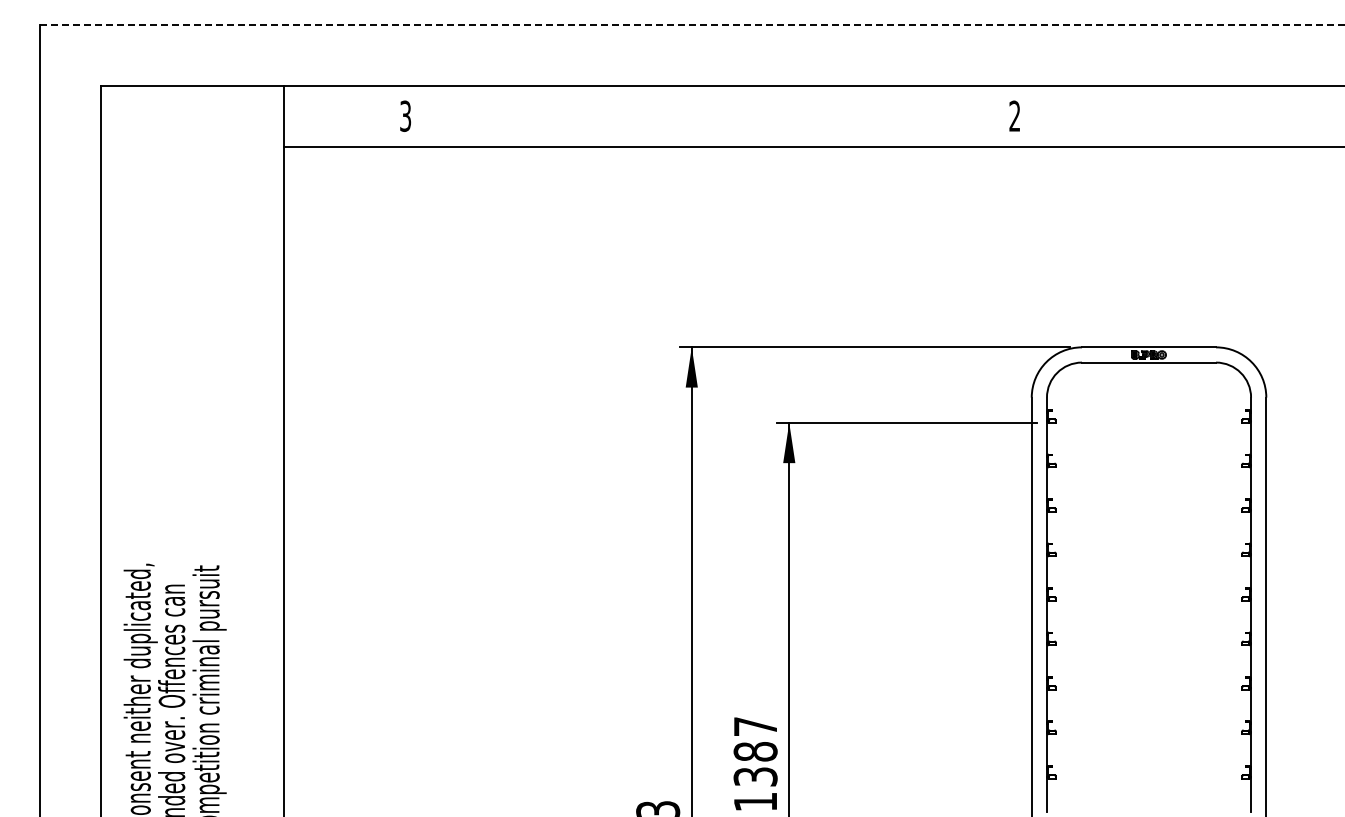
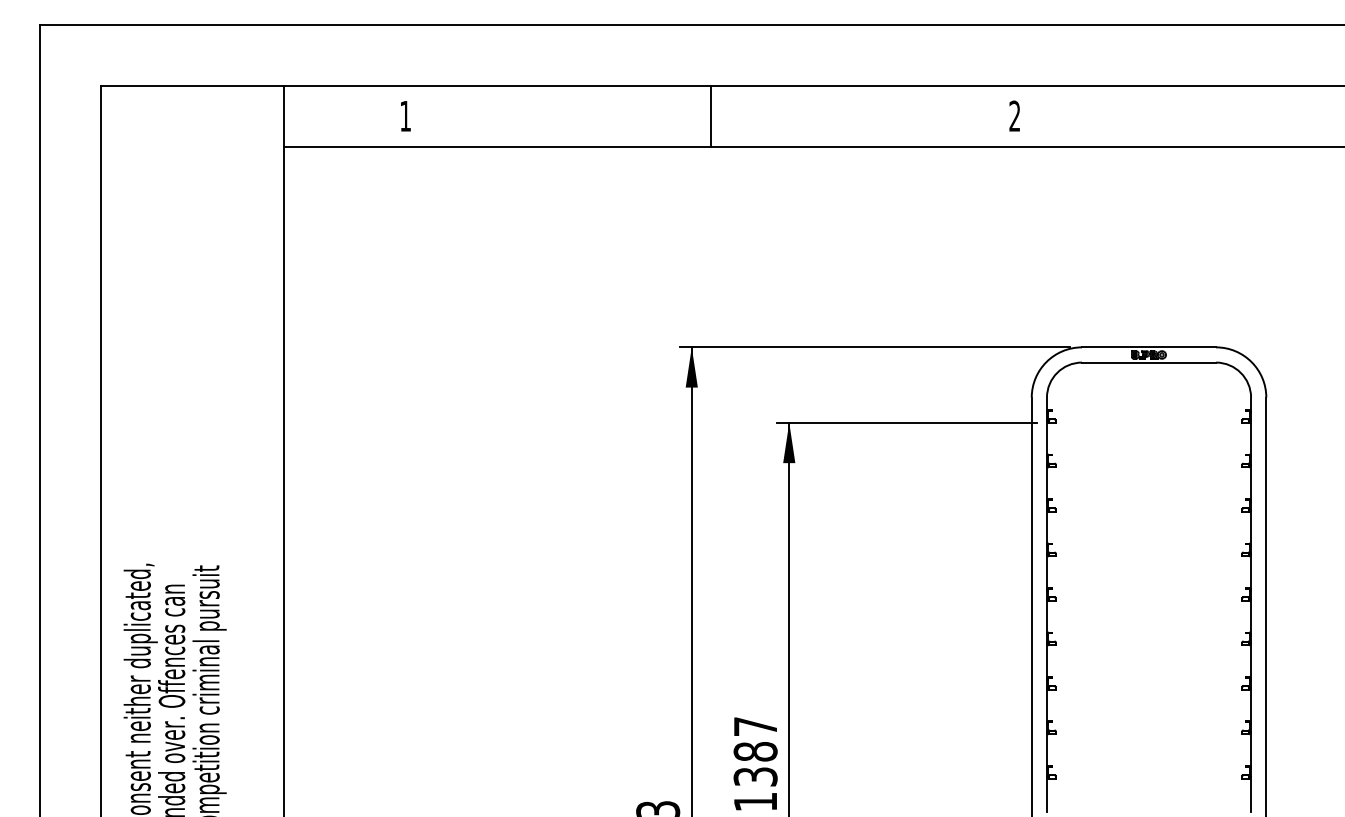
line at (692, 24): dashed -> solid
text at (405, 115): 3 -> 1
line at (710, 115): none -> present
